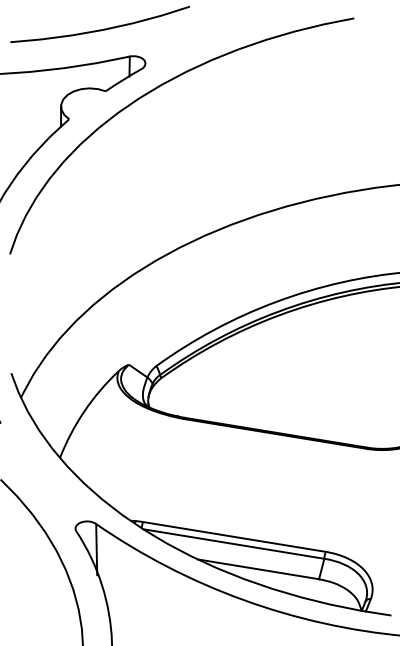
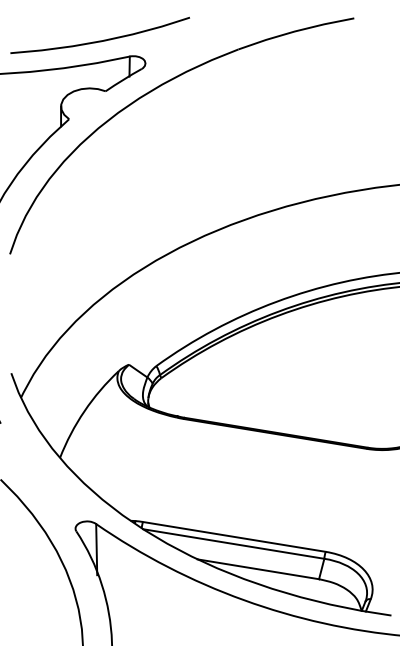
curve at (99, 29) position: (99, 29) -> (99, 40)
